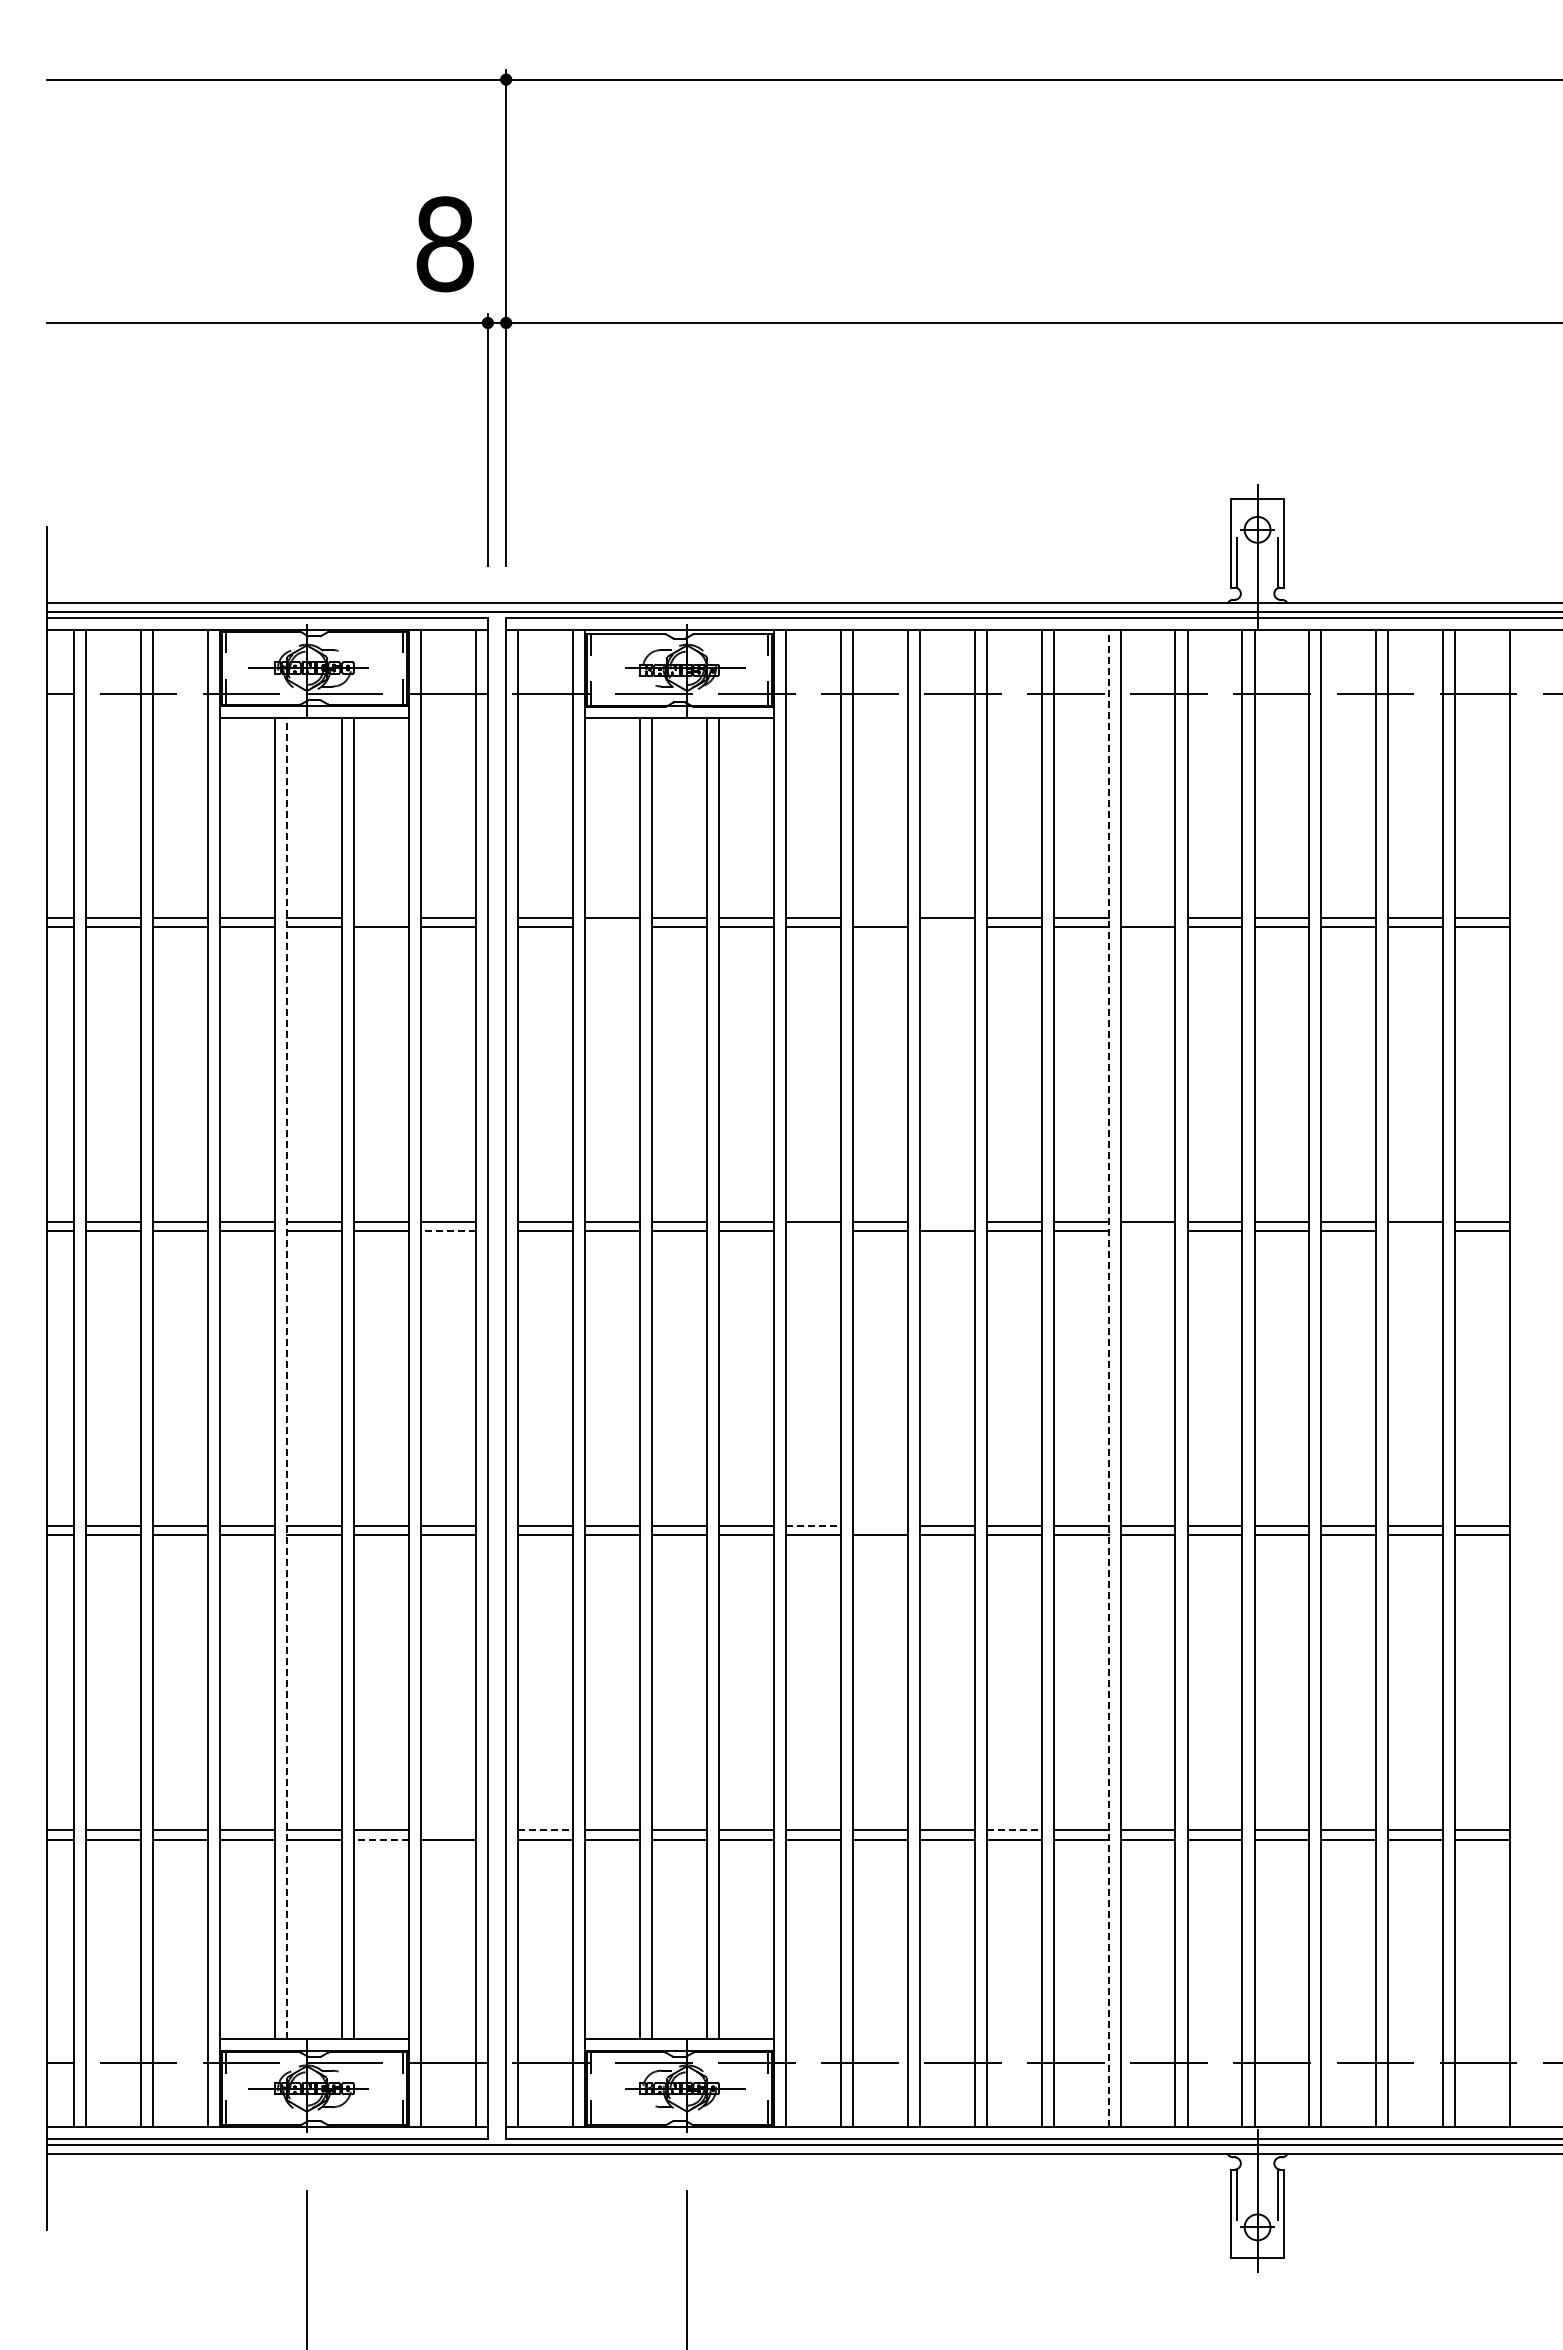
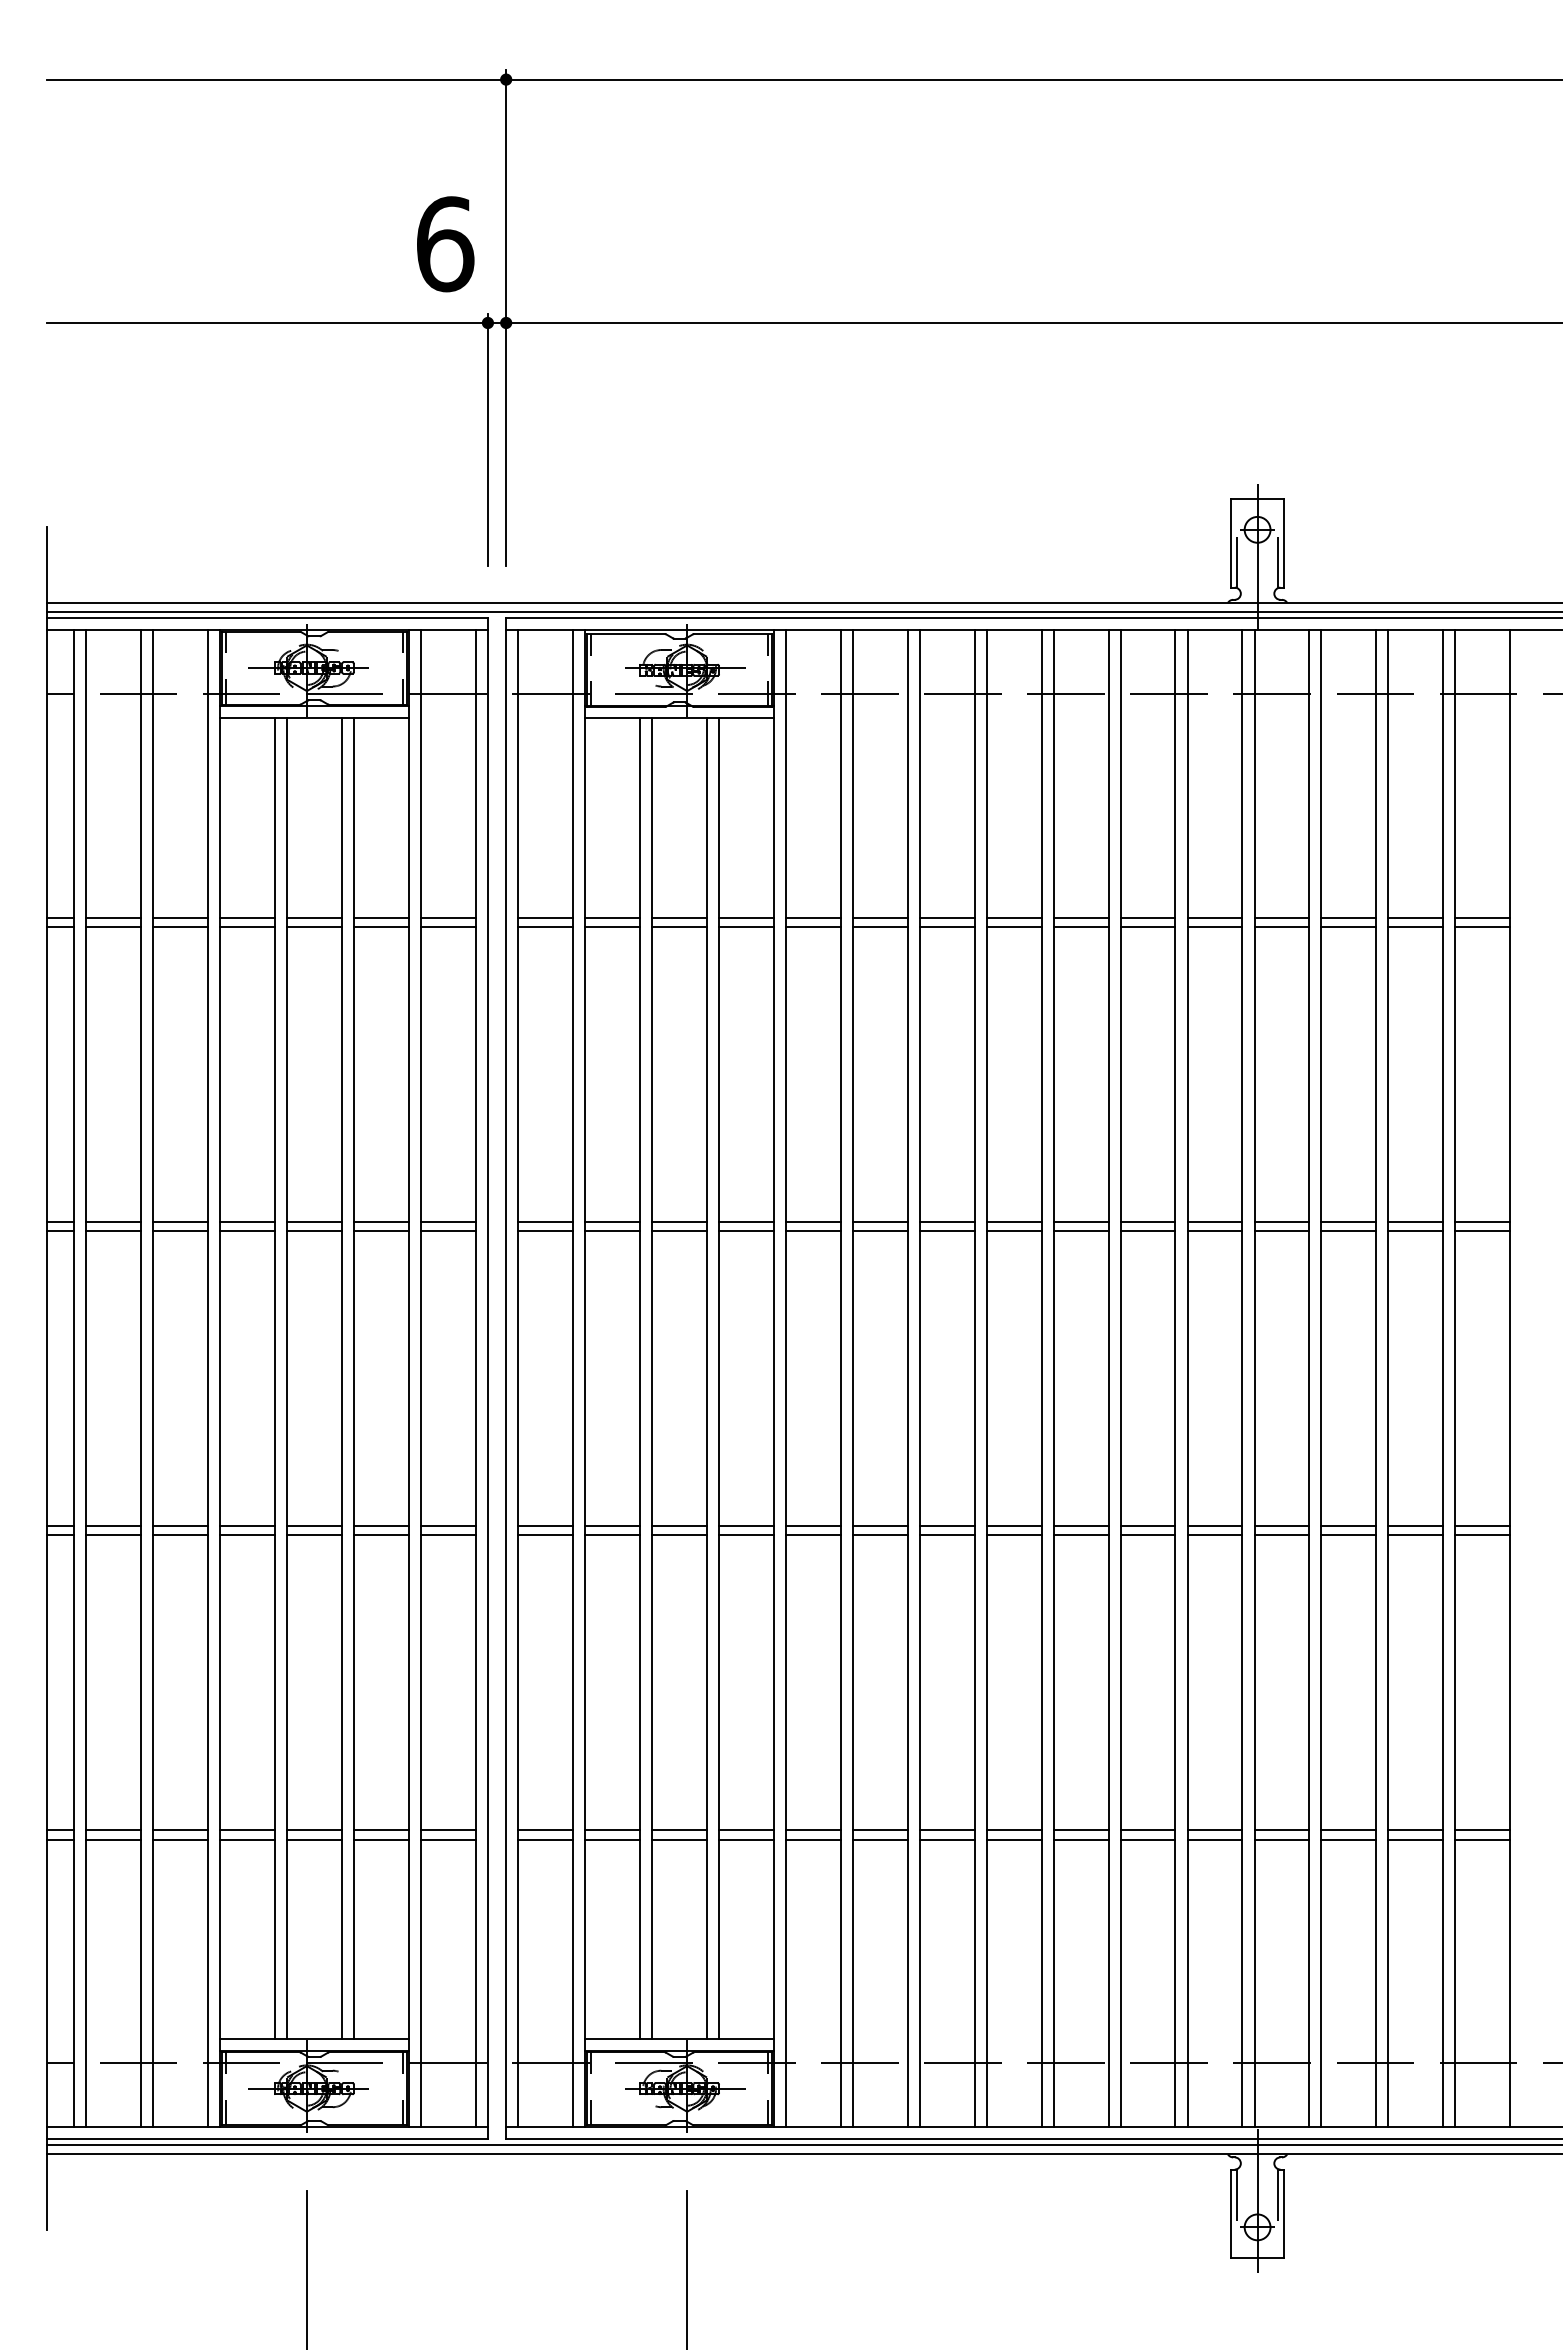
text at (445, 244): 8 -> 6
line at (381, 917): none -> present
line at (879, 917): none -> present
line at (1147, 917): none -> present
line at (612, 926): none -> present
line at (946, 926): none -> present
line at (946, 1221): none -> present
line at (447, 1231): dashed -> solid
line at (813, 1231): none -> present
line at (1147, 1231): none -> present
line at (1415, 1231): none -> present
line at (287, 1378): dashed -> solid
line at (1108, 1378): dashed -> solid
line at (813, 1526): dashed -> solid
line at (879, 1526): none -> present
line at (448, 1830): none -> present
line at (546, 1830): dashed -> solid
line at (1014, 1830): dashed -> solid
line at (380, 1839): dashed -> solid
